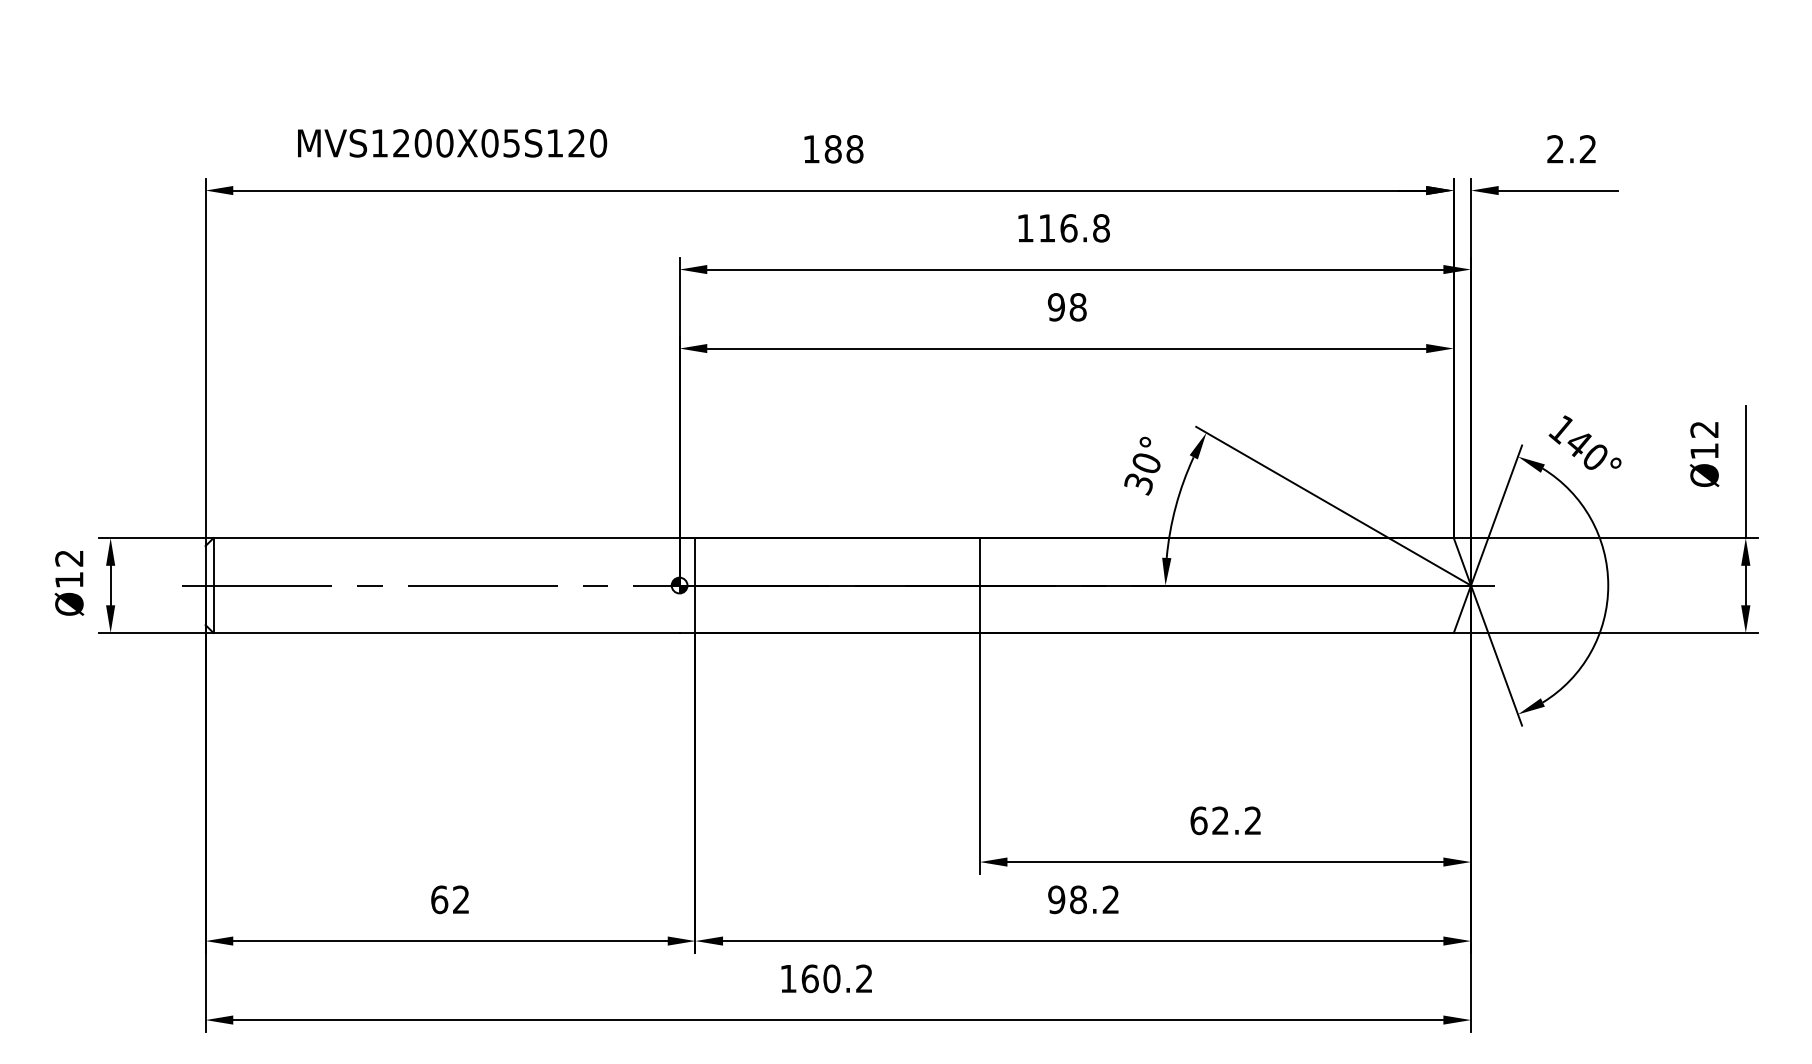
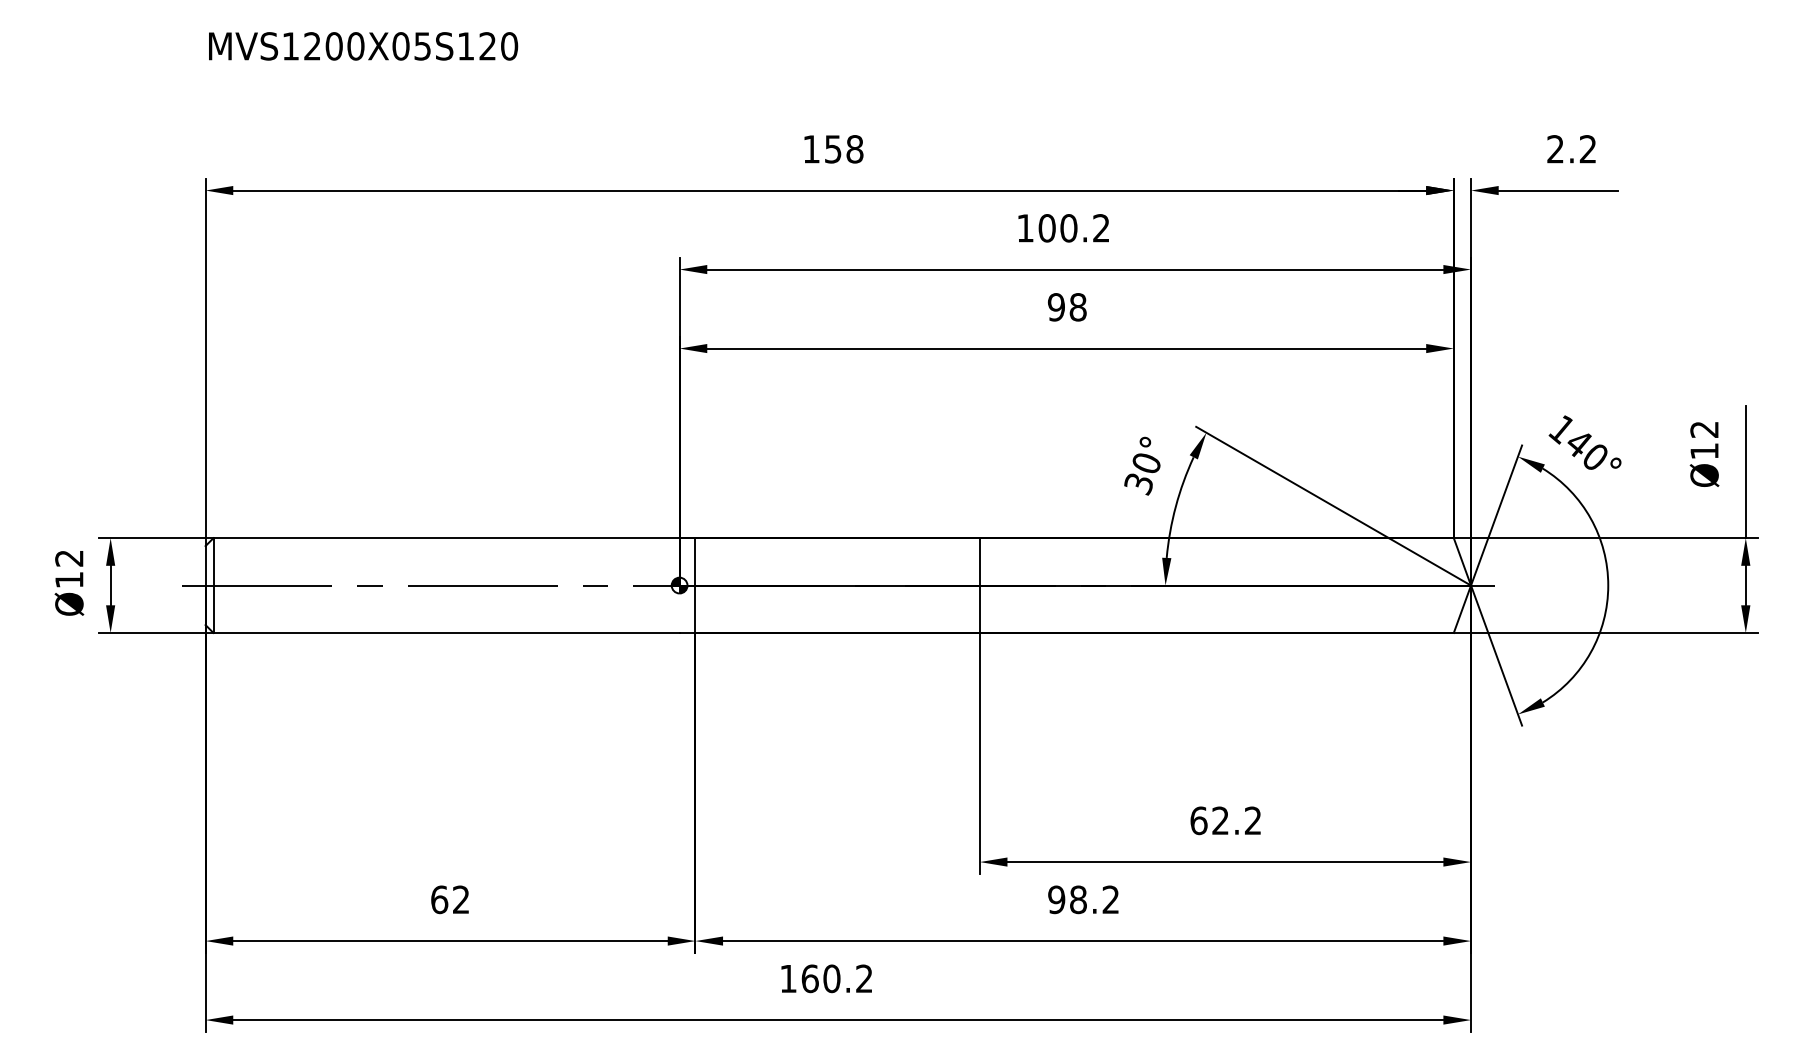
text at (452, 143) position: (452, 143) -> (363, 46)
text at (832, 149): 188 -> 158
text at (1073, 228): 116.8 -> 100.2
